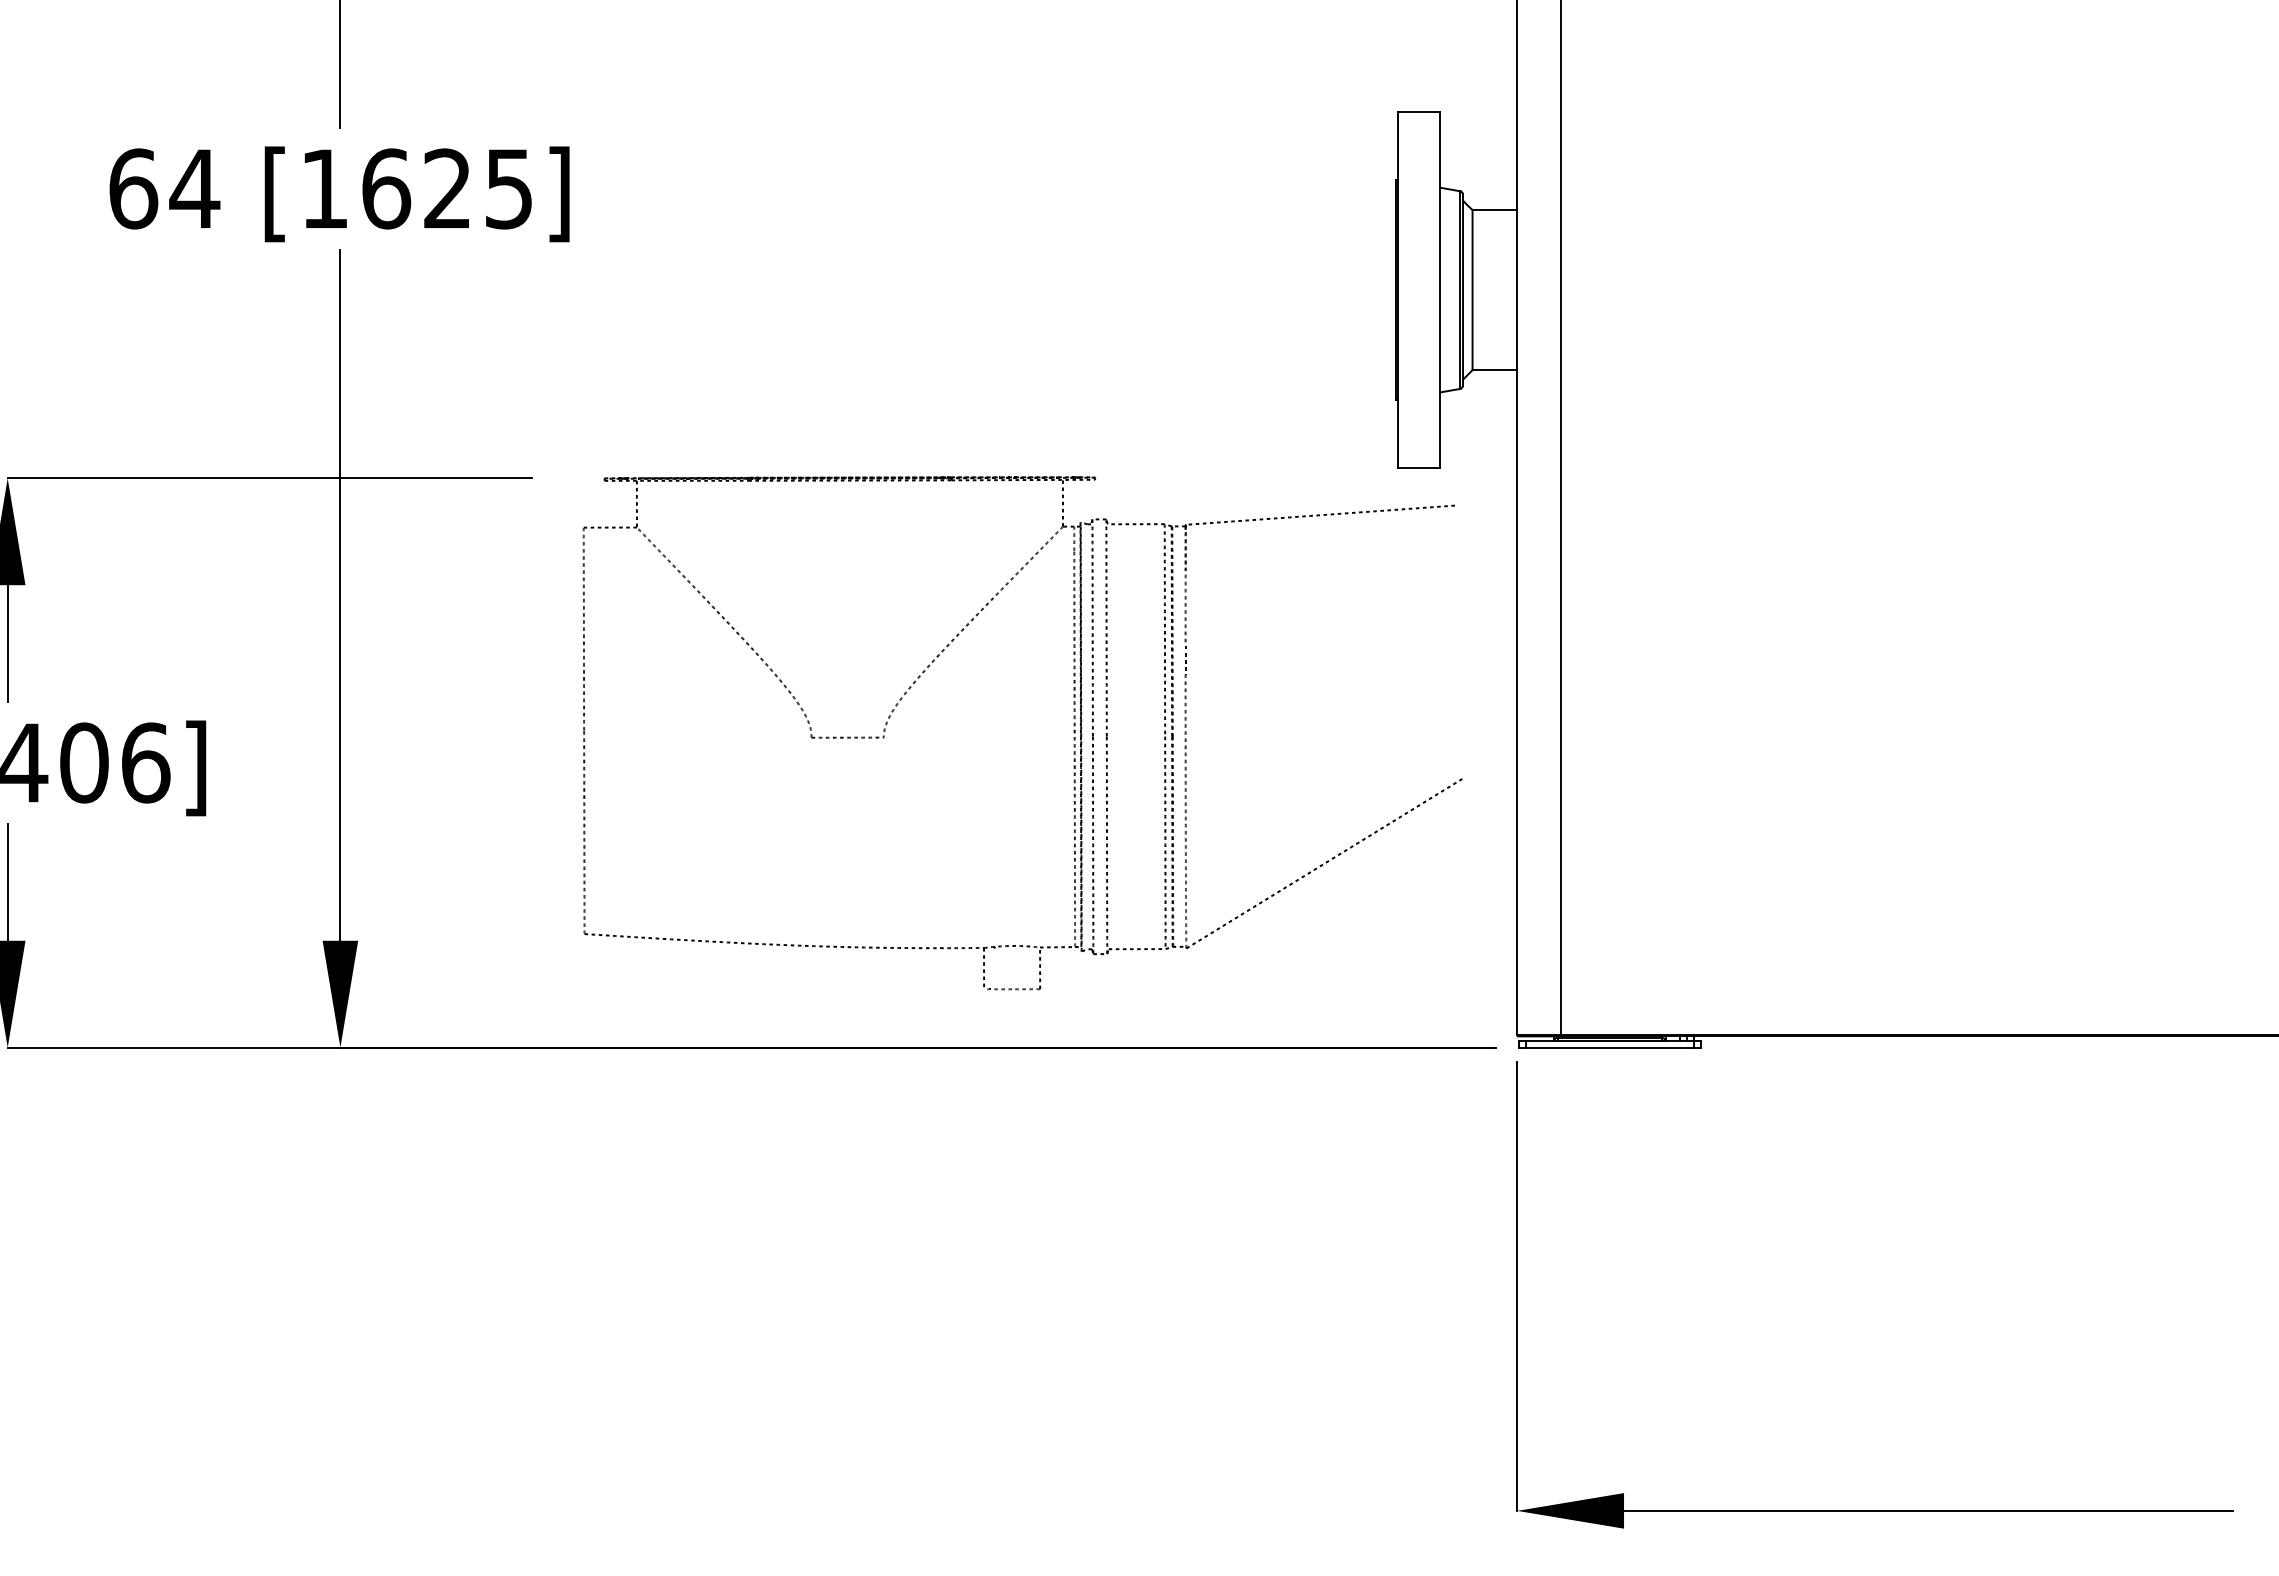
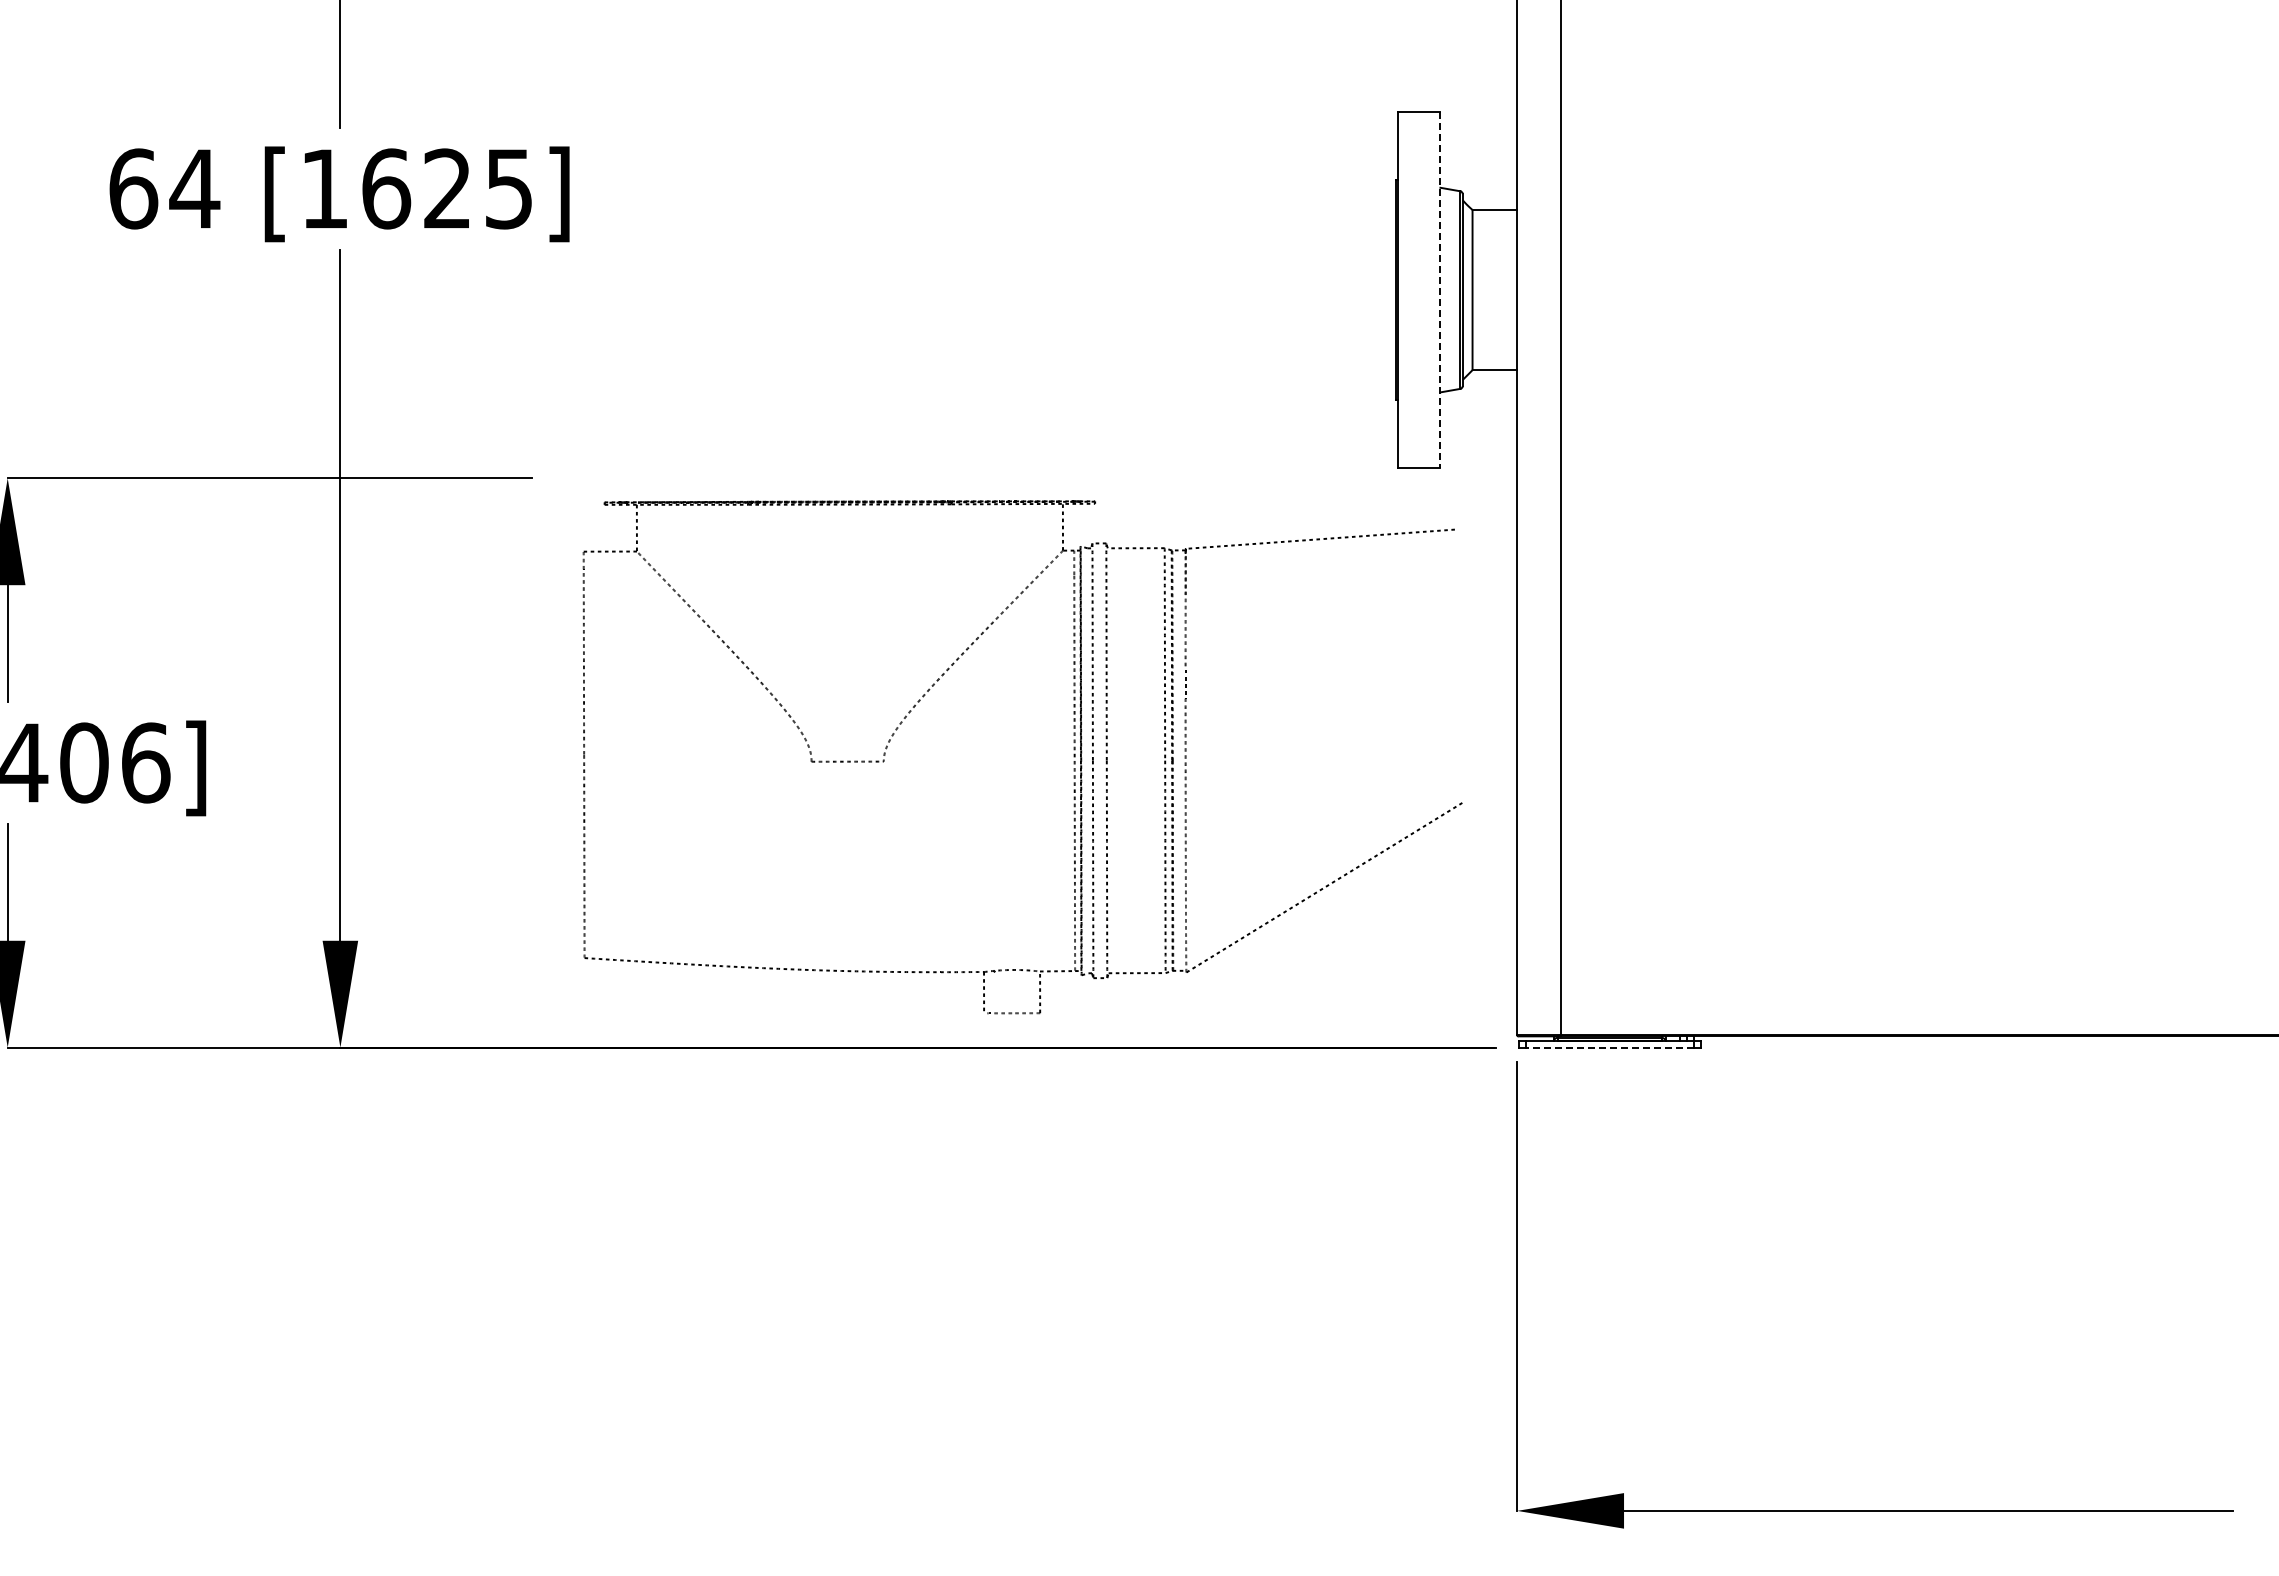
line at (1440, 290): solid -> dashed
part at (1073, 732) position: (1073, 732) -> (1073, 756)
line at (1609, 1047): solid -> dashed
